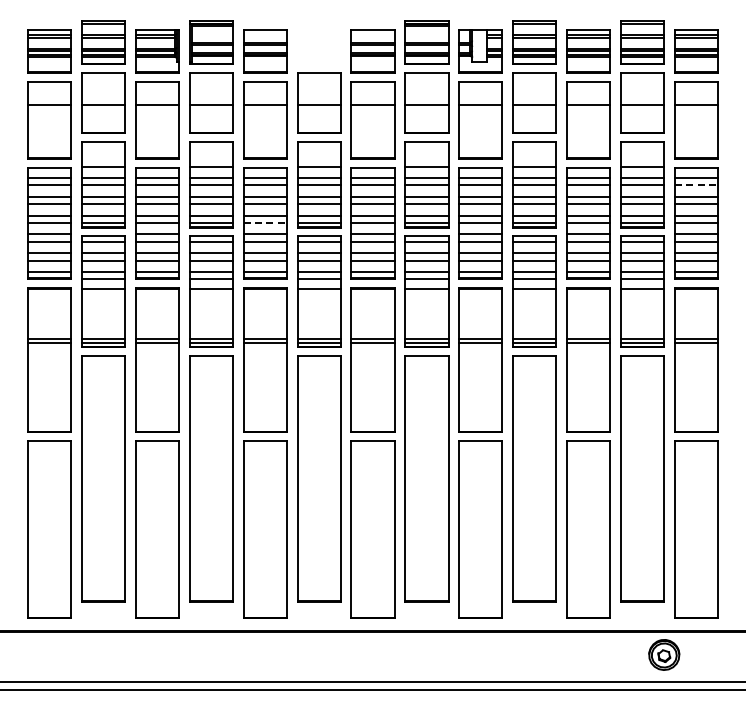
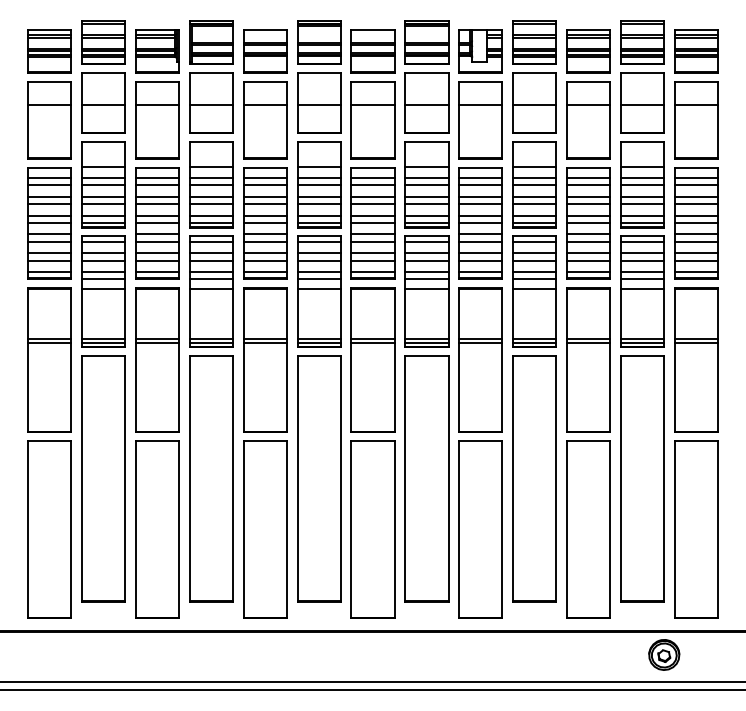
part at (319, 42): none -> present
line at (696, 185): dashed -> solid
line at (265, 223): dashed -> solid
